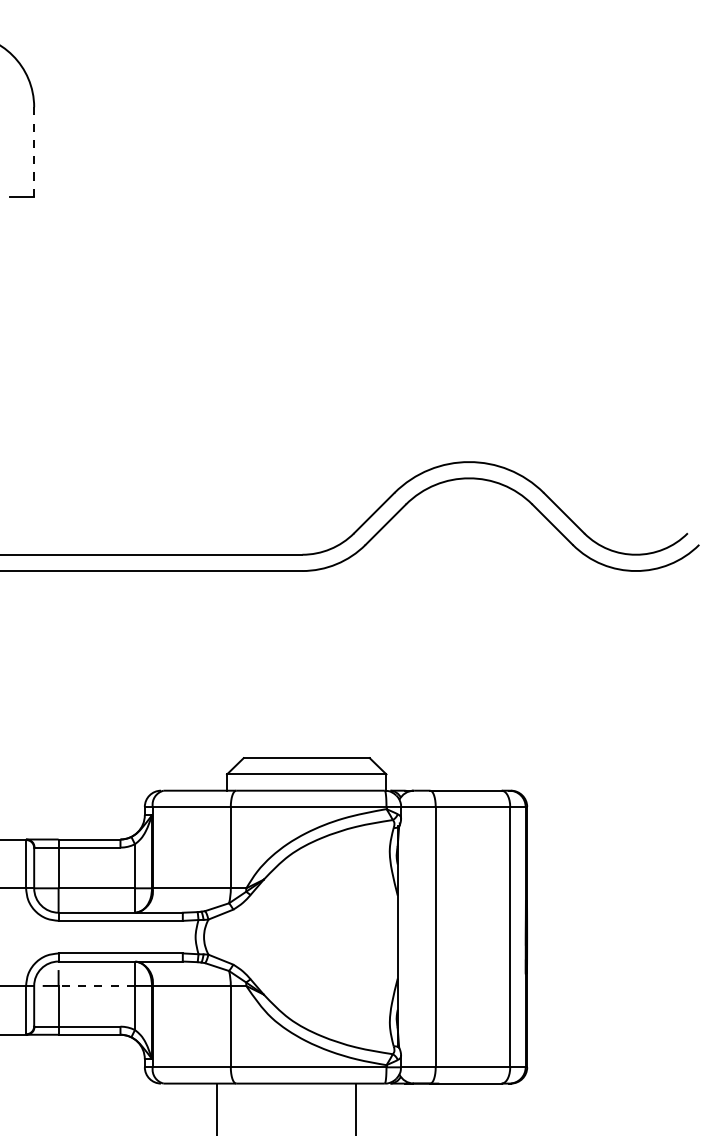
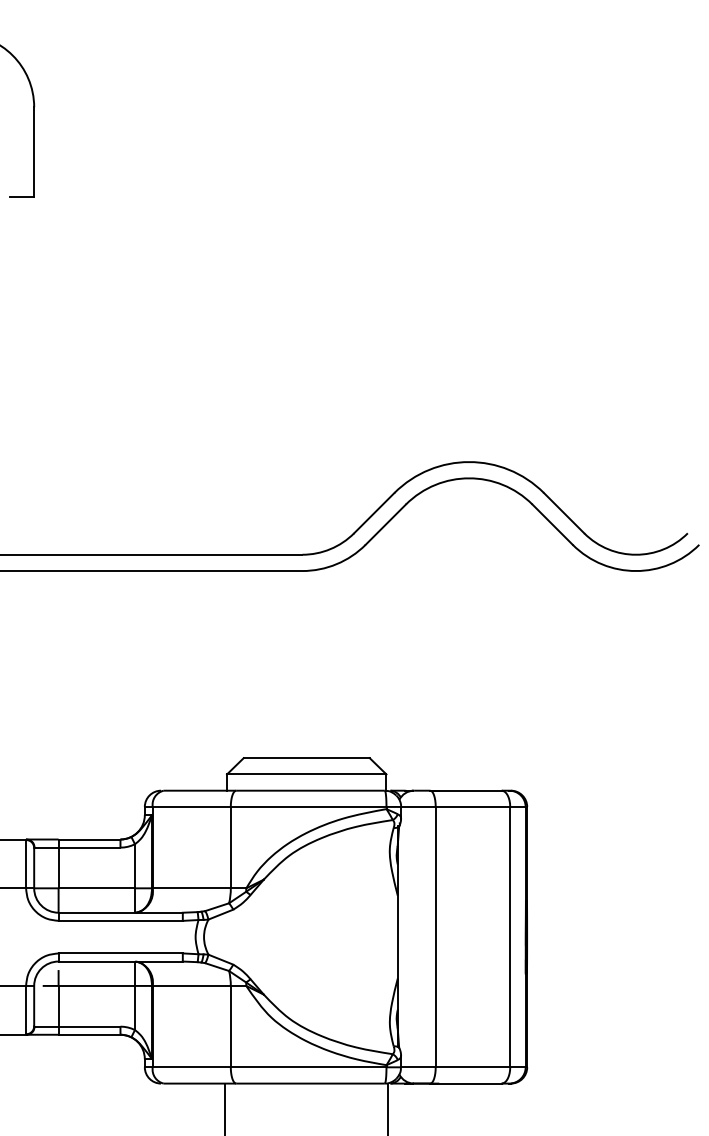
line at (34, 152): dashed -> solid
line at (96, 985): dashed -> solid
line at (217, 1107) position: (217, 1107) -> (225, 1107)
line at (356, 1107) position: (356, 1107) -> (388, 1107)
